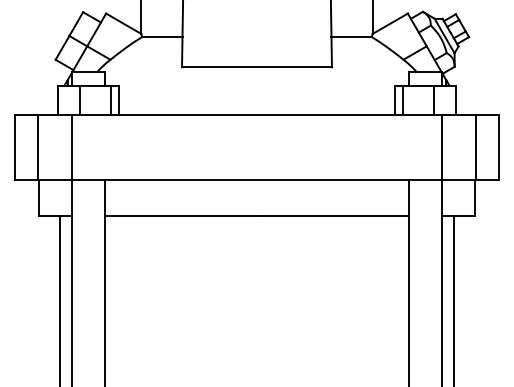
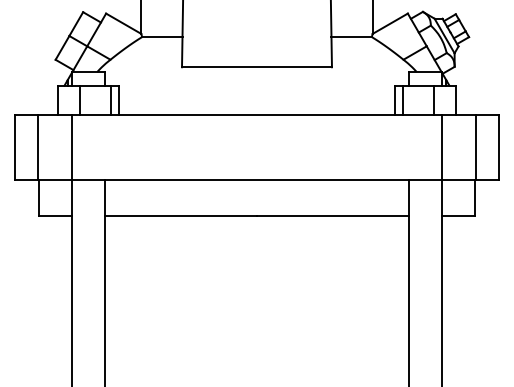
line at (60, 299): present -> none
line at (453, 299): present -> none
